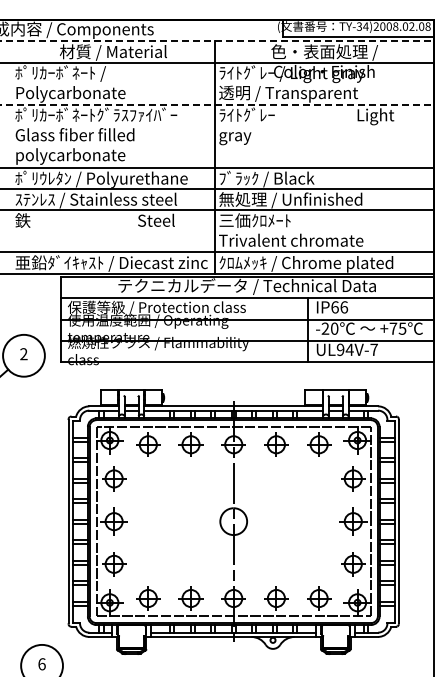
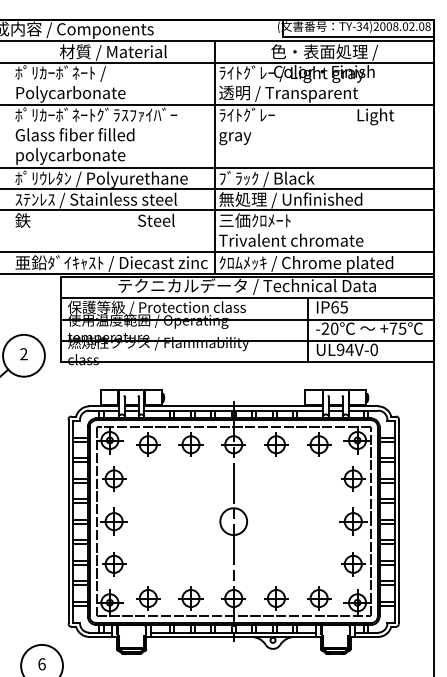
line at (217, 41): dashed -> solid
line at (217, 104): dashed -> solid
text at (344, 307): IP66 -> IP65
text at (373, 349): UL94V-7 -> UL94V-0
